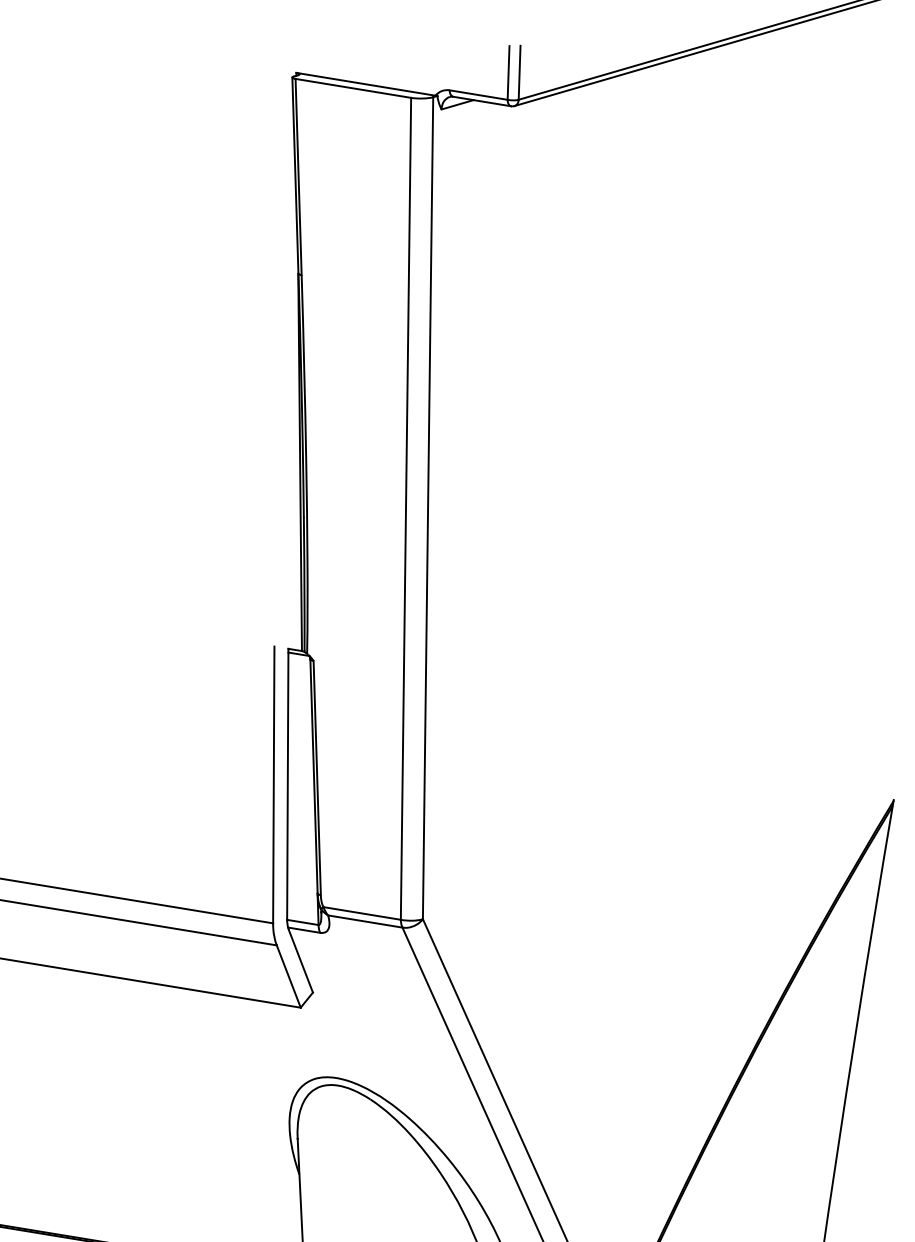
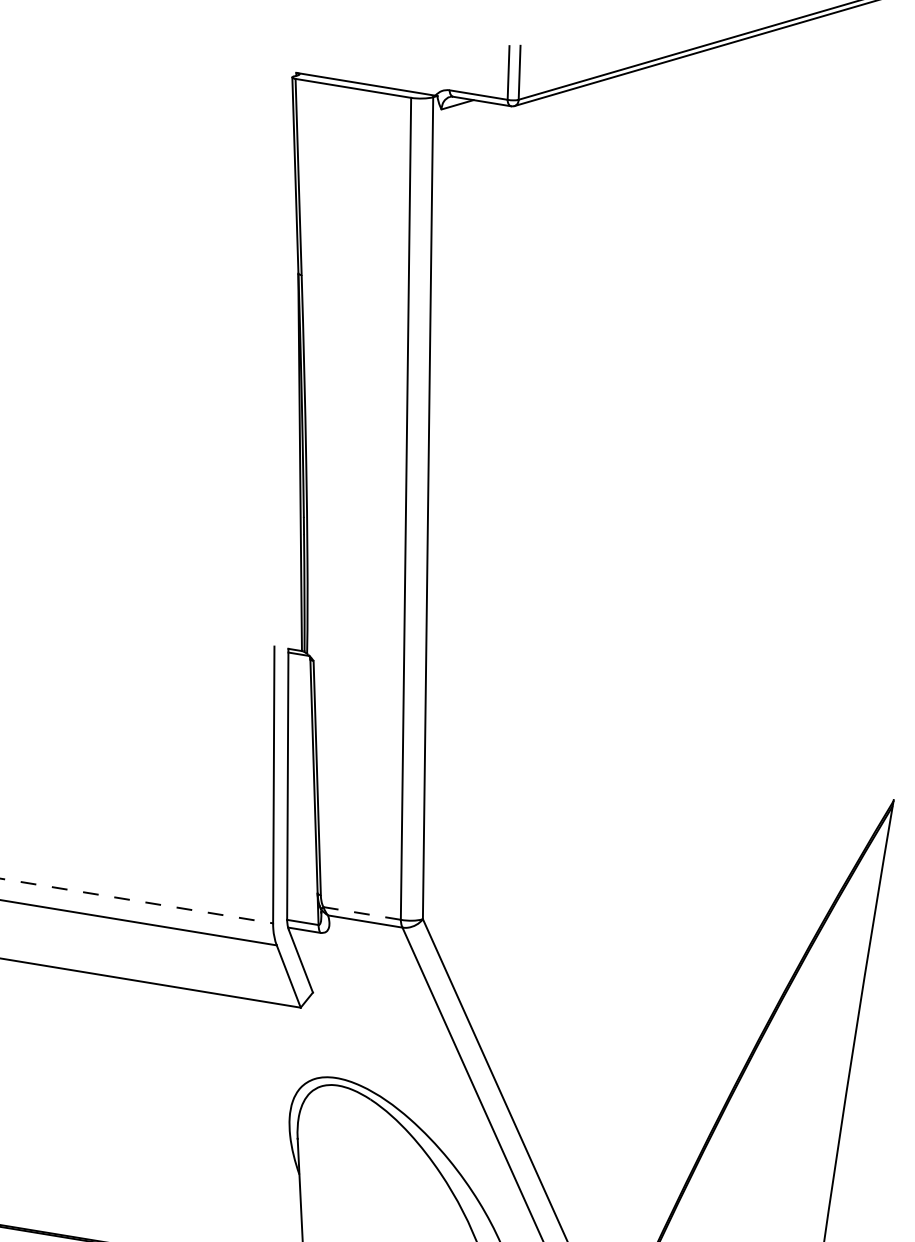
line at (136, 901): solid -> dashed
line at (361, 913): solid -> dashed
